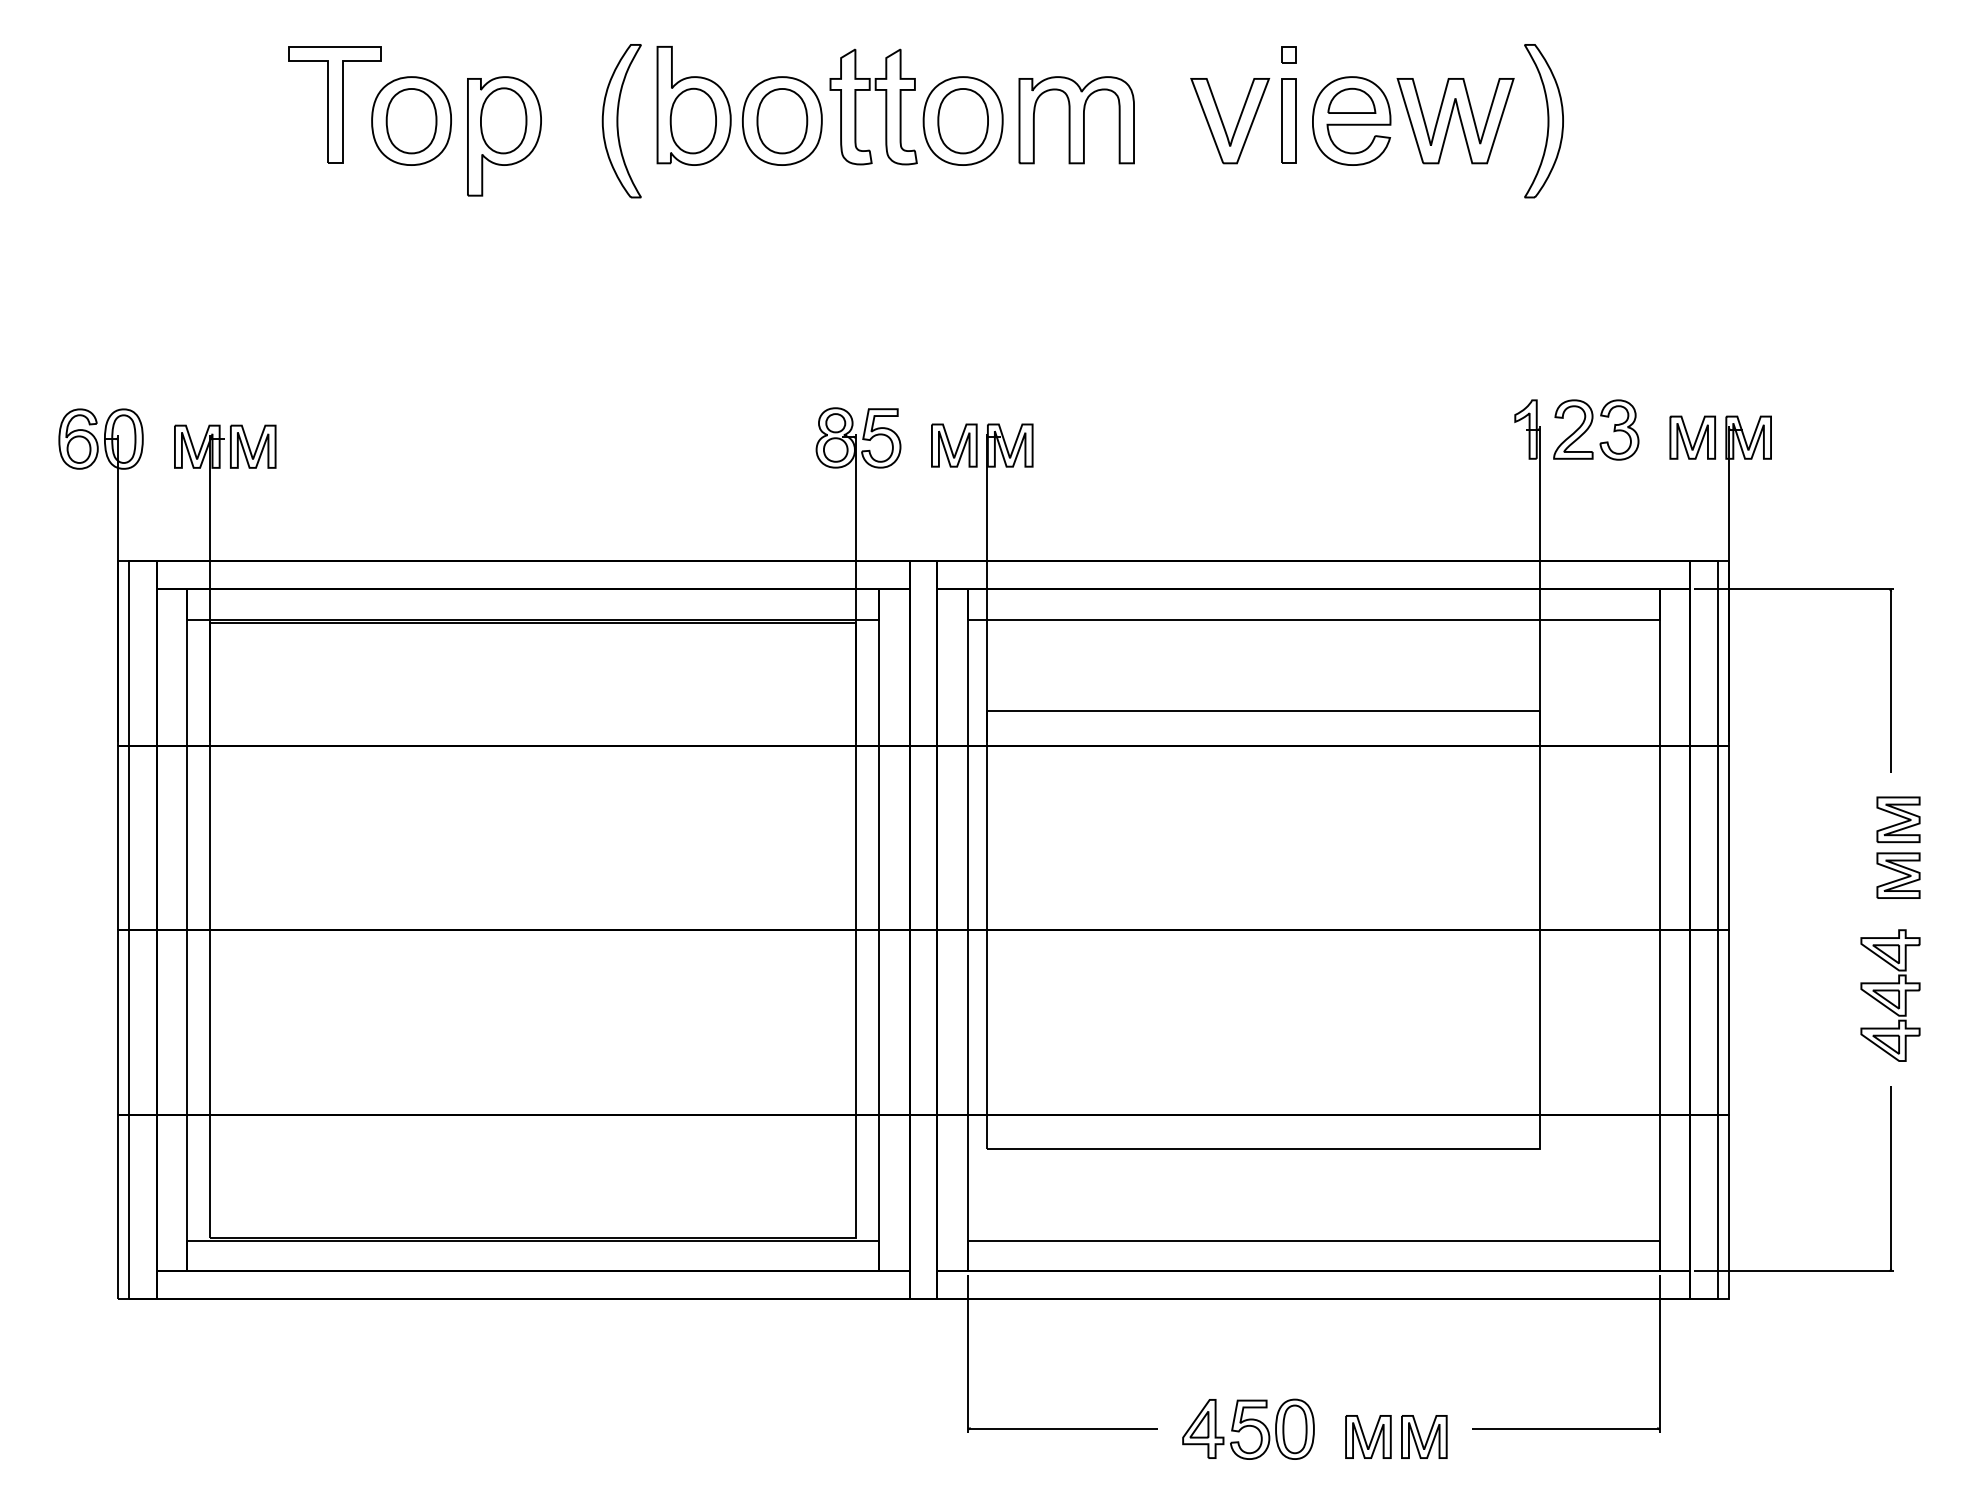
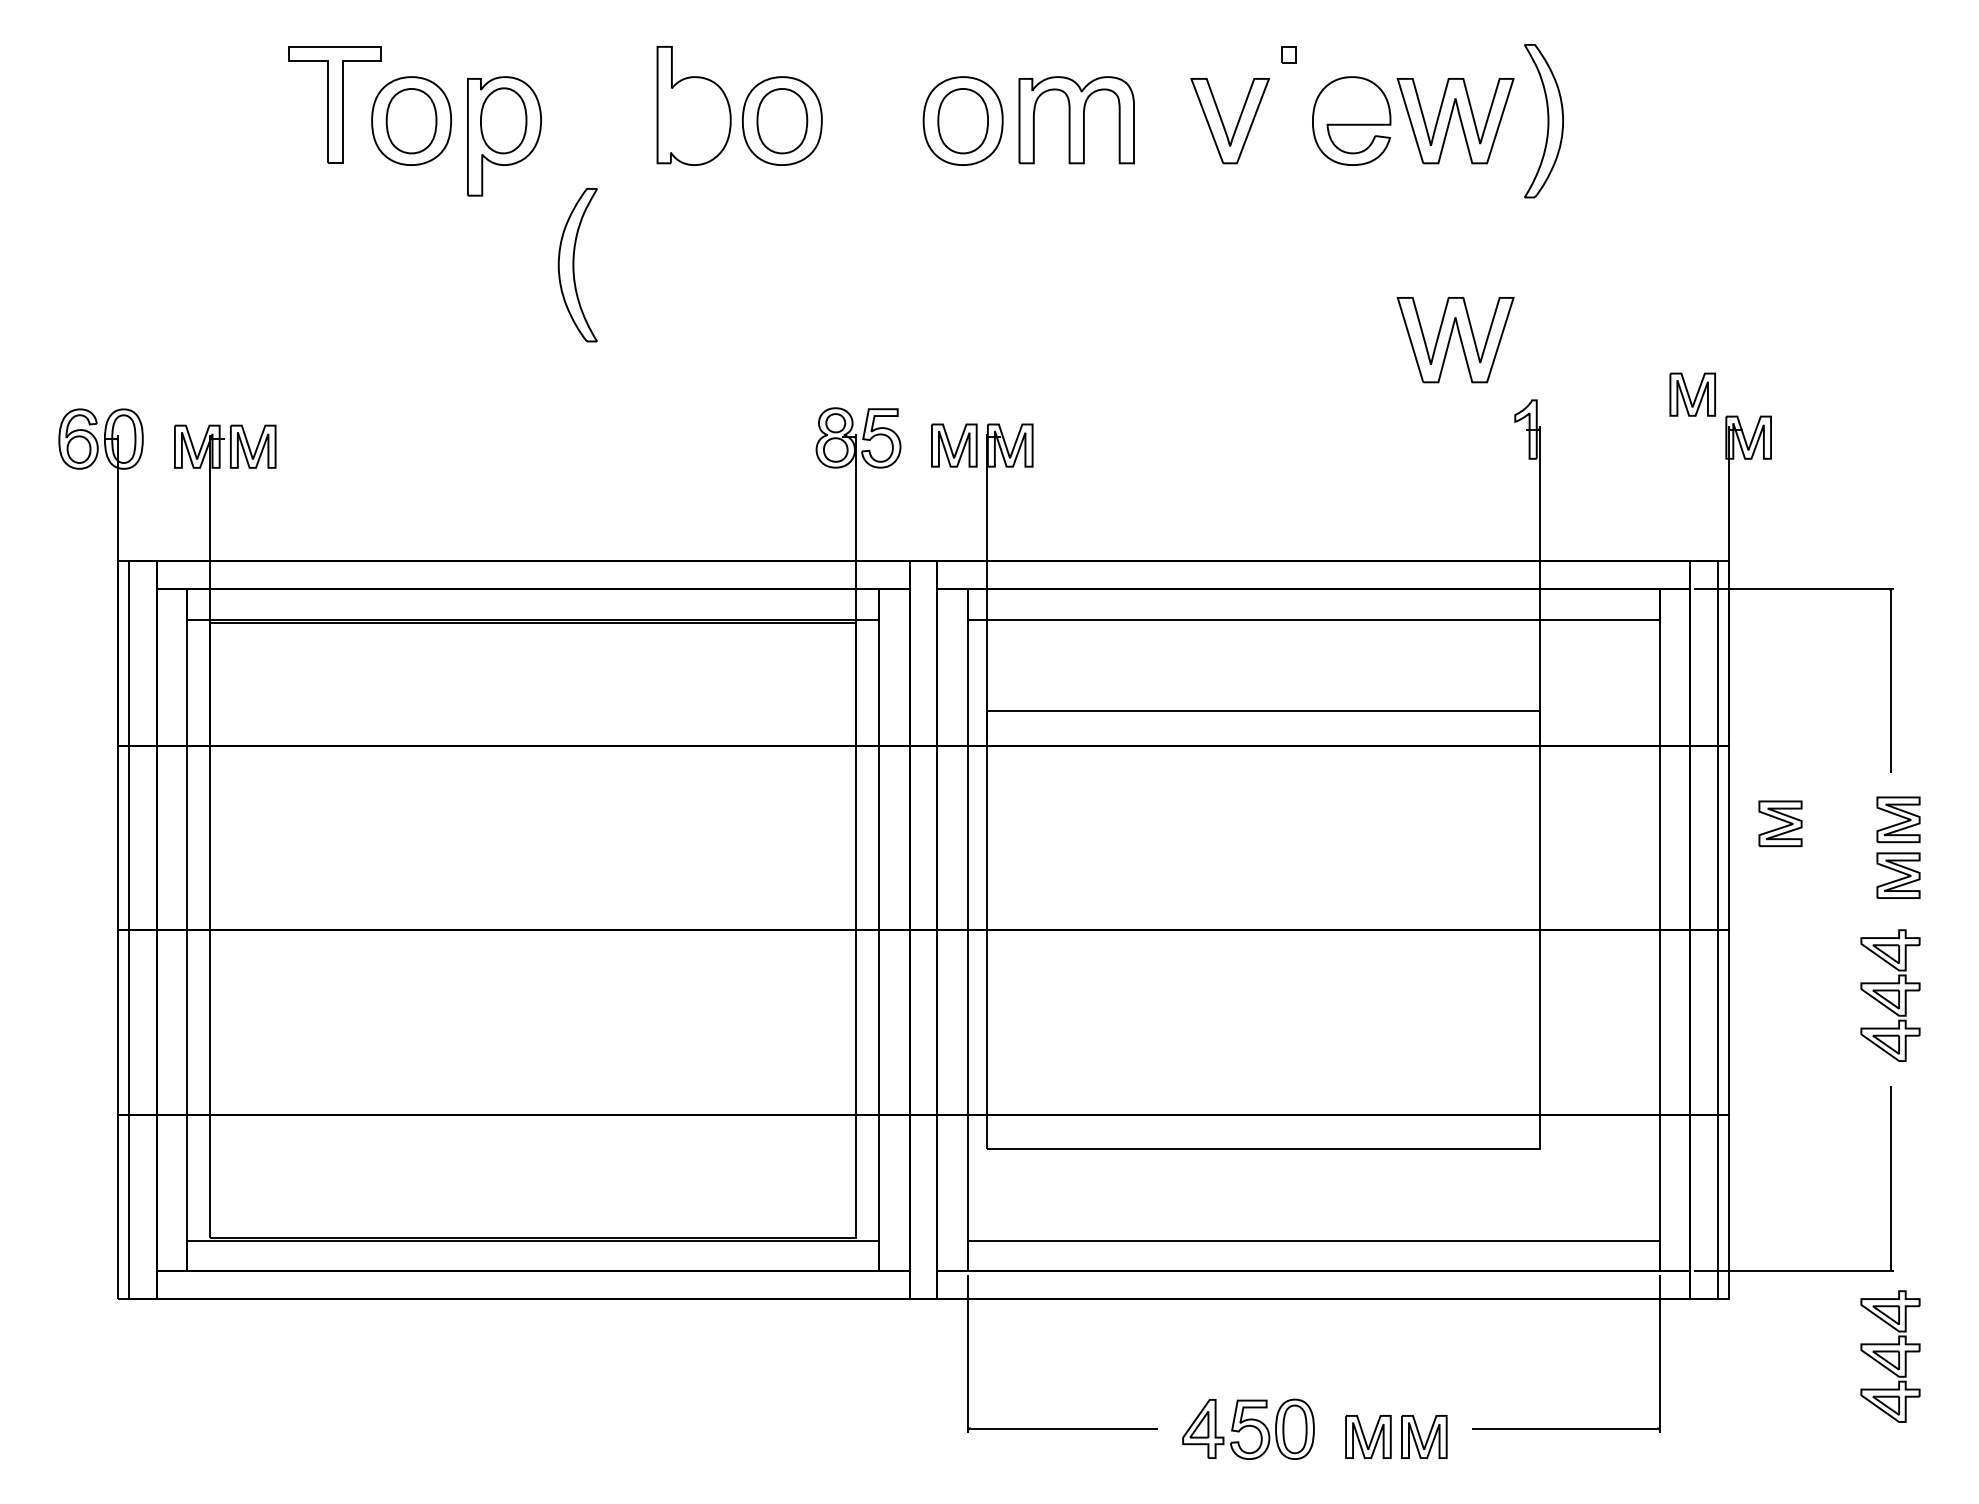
part at (1351, 100): present -> none
part at (885, 106): present -> none
part at (692, 120): present -> none
part at (1288, 120): present -> none
part at (621, 121) position: (621, 121) -> (577, 265)
part at (1455, 340): none -> present
part at (1591, 425): present -> none
part at (1692, 437) position: (1692, 437) -> (1692, 394)
part at (1780, 823): none -> present
part at (1890, 1356): none -> present
